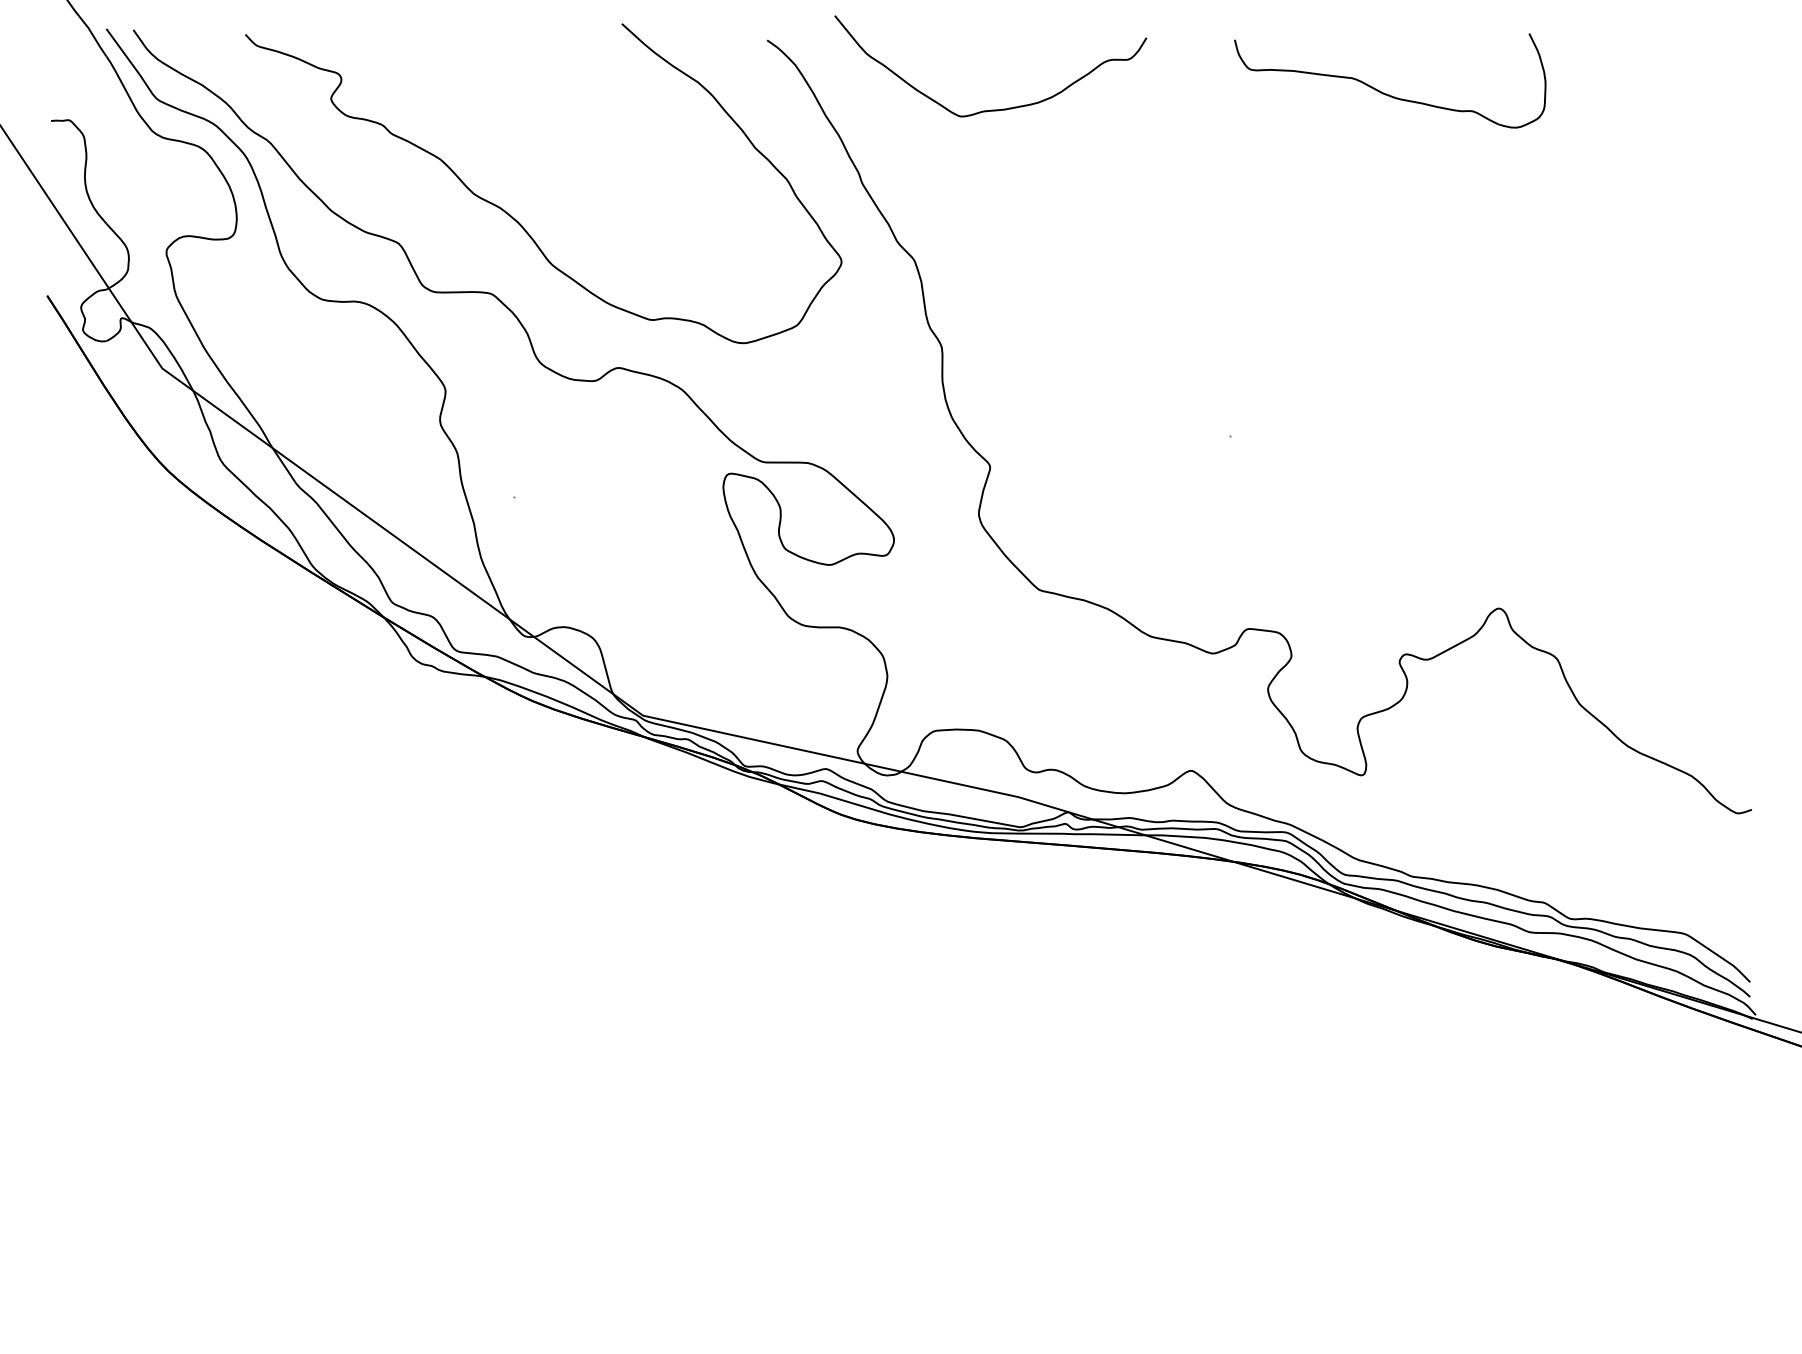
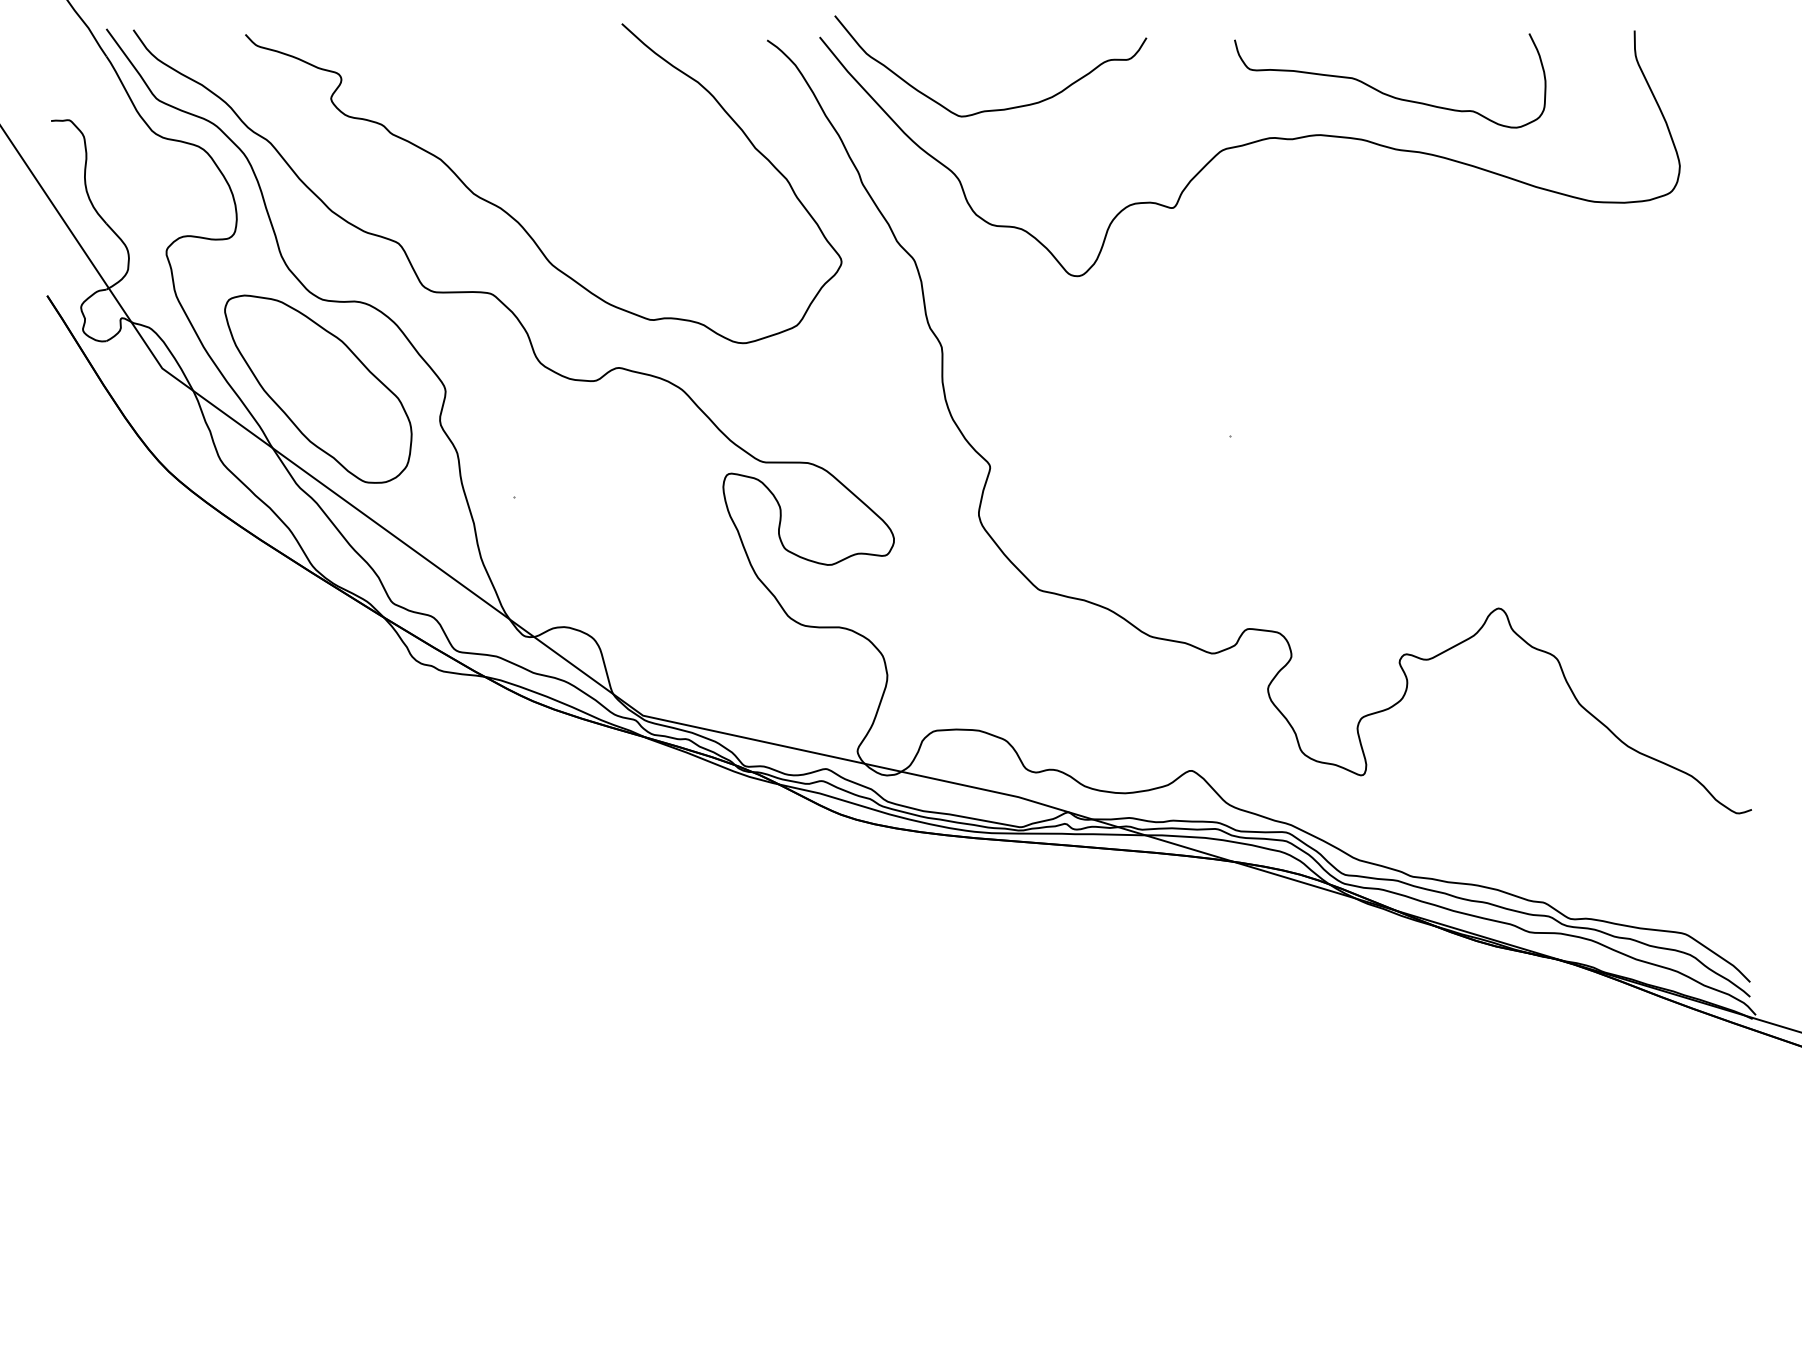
curve at (1247, 145): none -> present
part at (318, 388): none -> present
